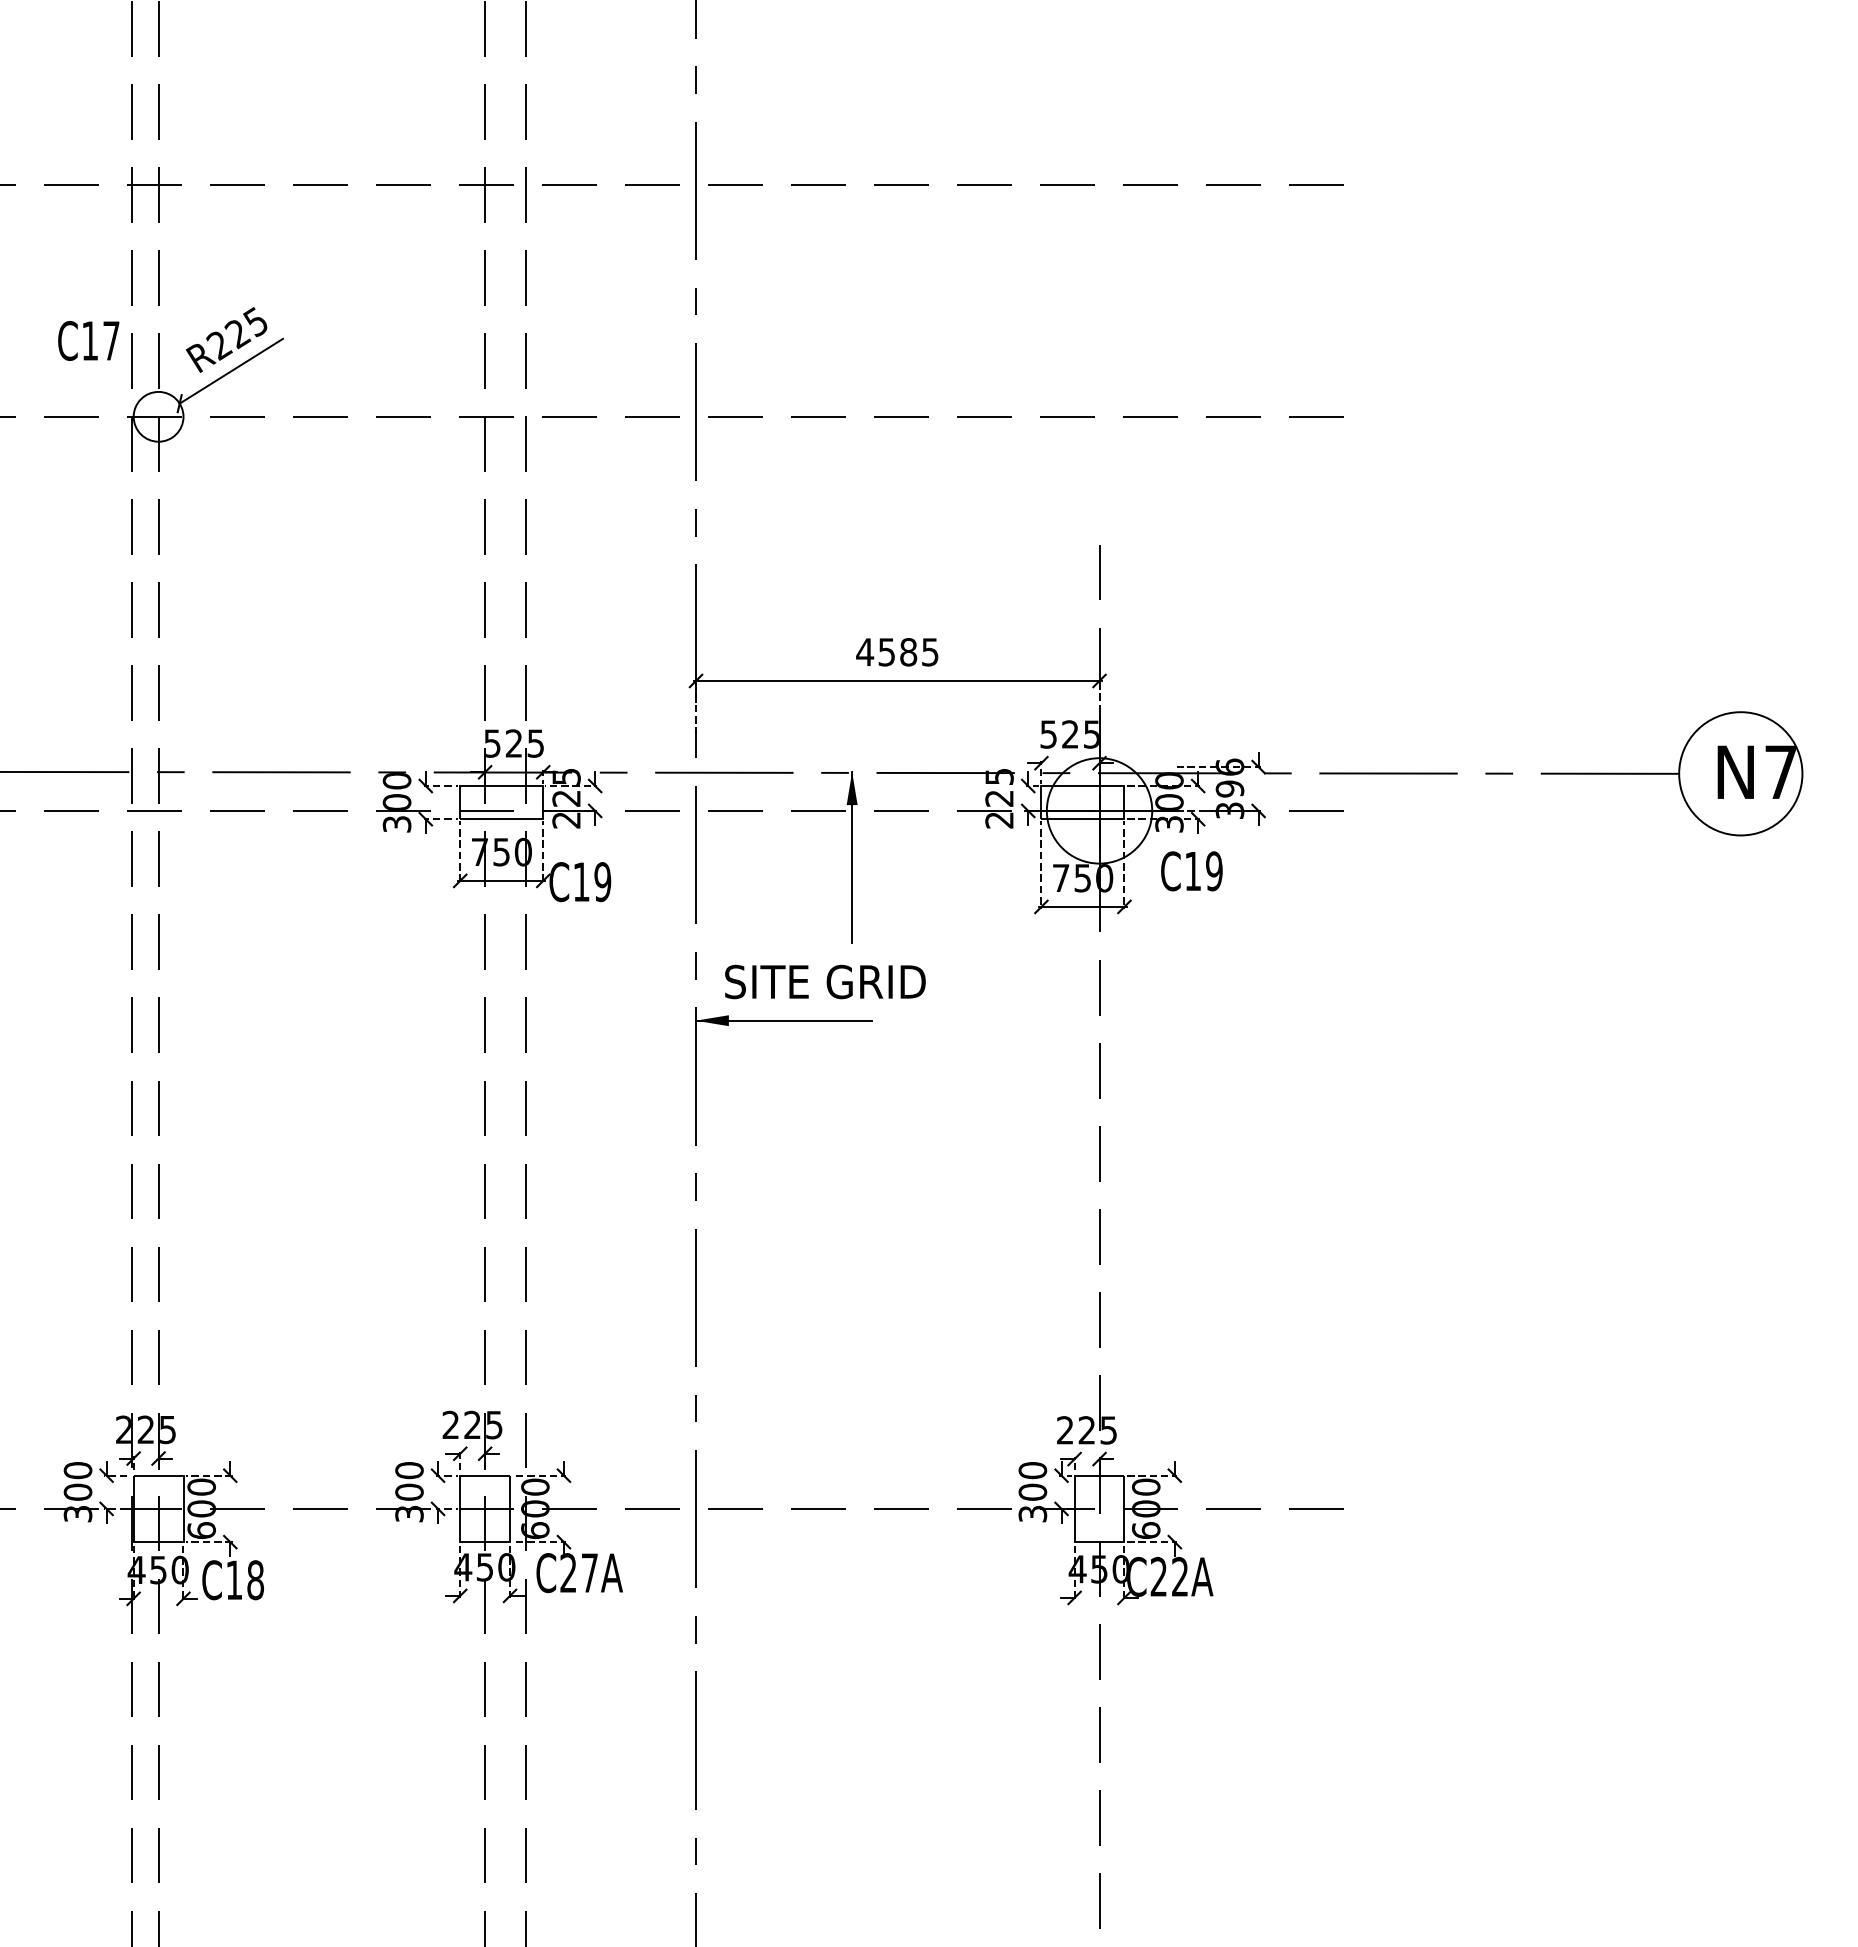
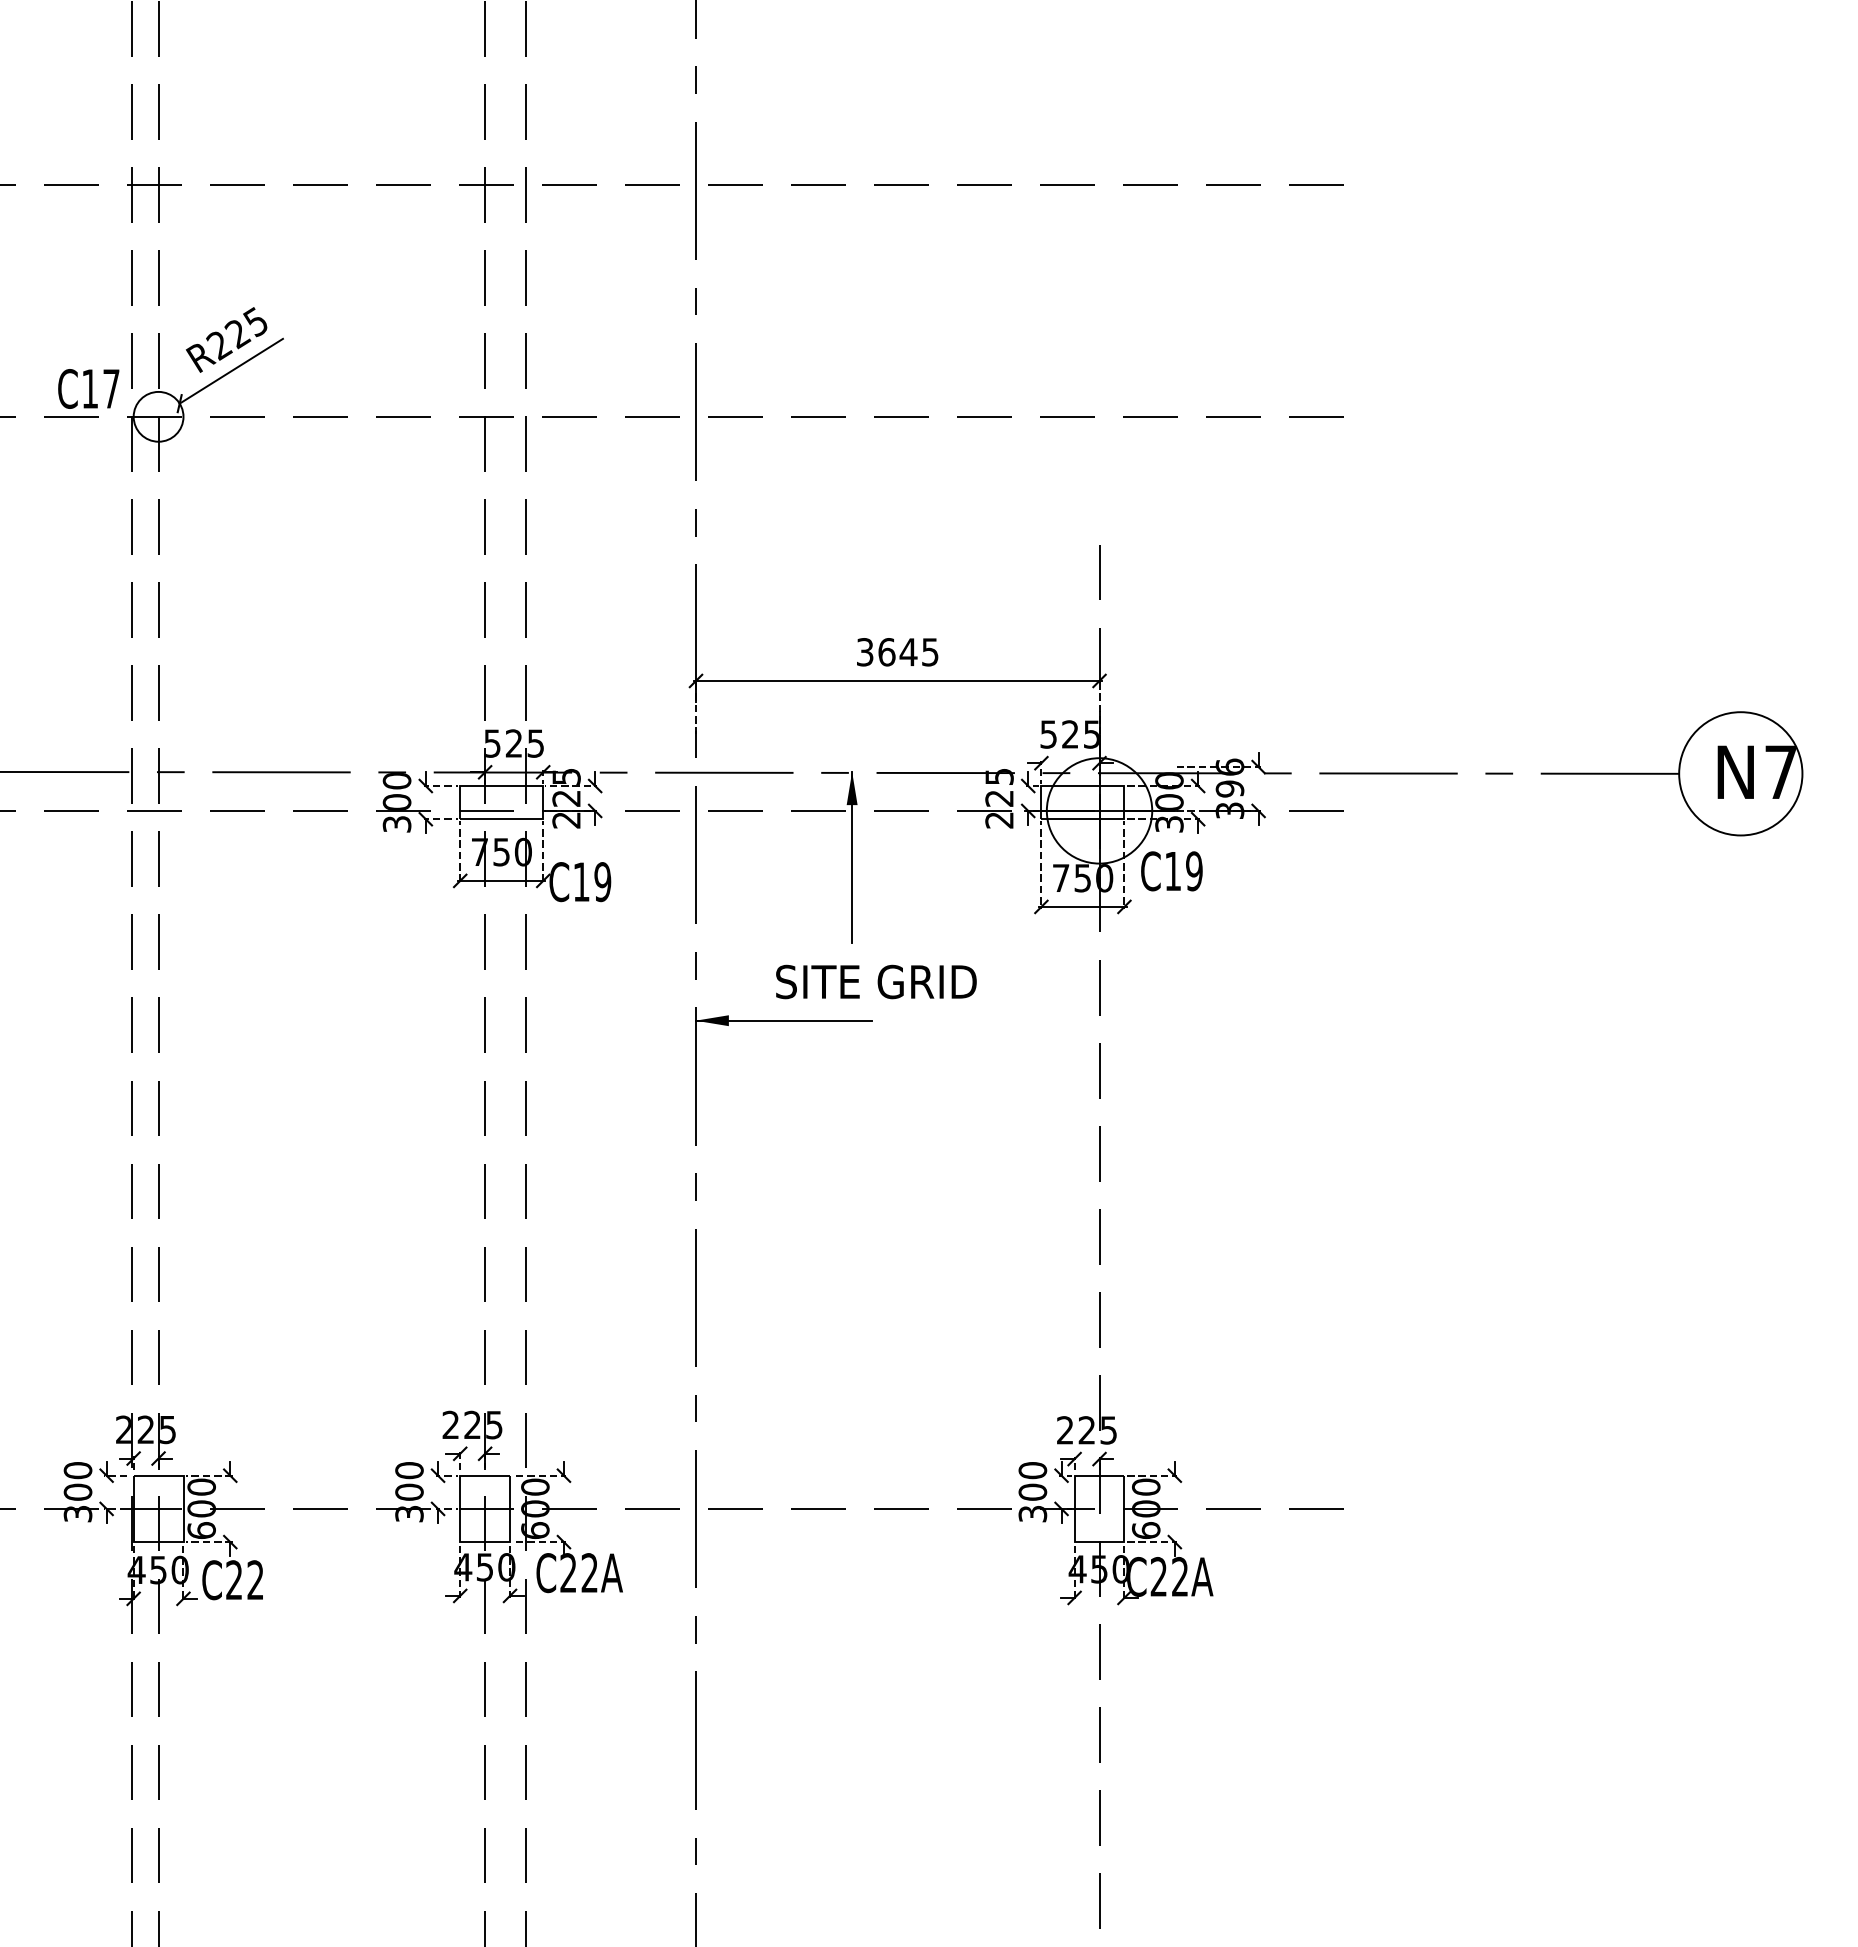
text at (88, 340) position: (88, 340) -> (88, 388)
text at (886, 652): 4585 -> 3645
text at (1191, 871) position: (1191, 871) -> (1171, 871)
text at (825, 981) position: (825, 981) -> (876, 981)
text at (589, 1572): C27A -> C22A
text at (245, 1580): C18 -> C22
